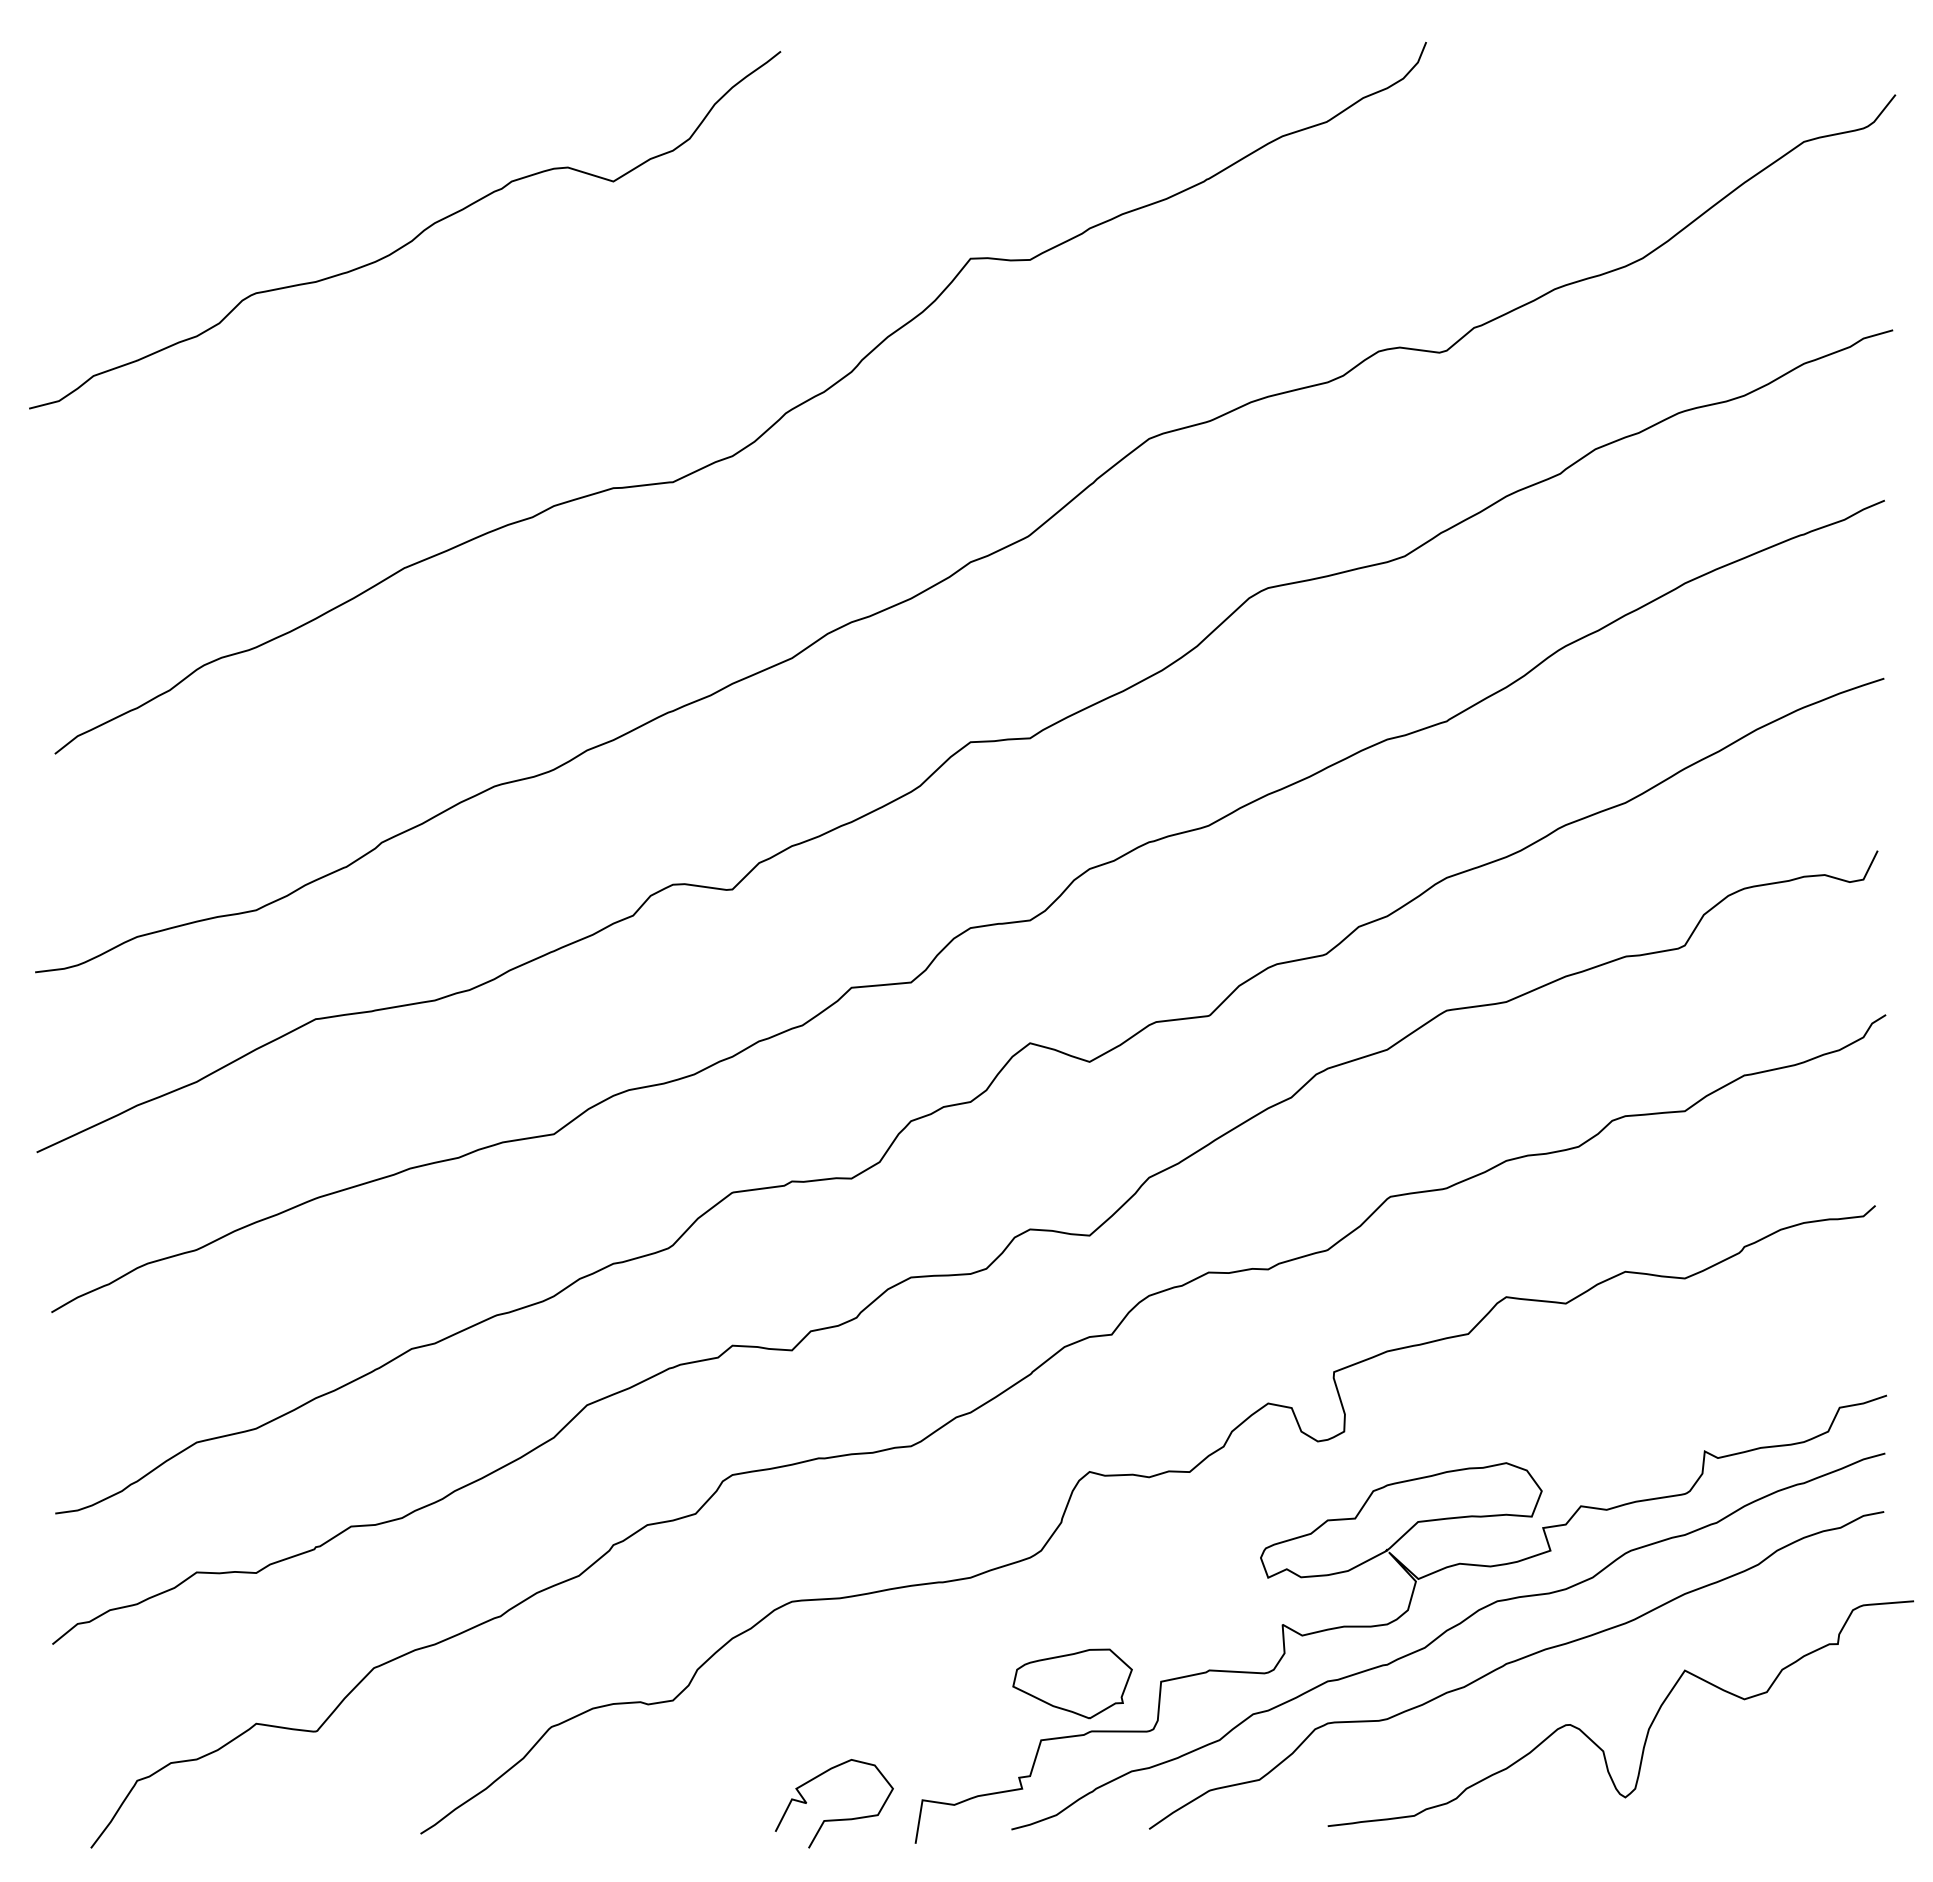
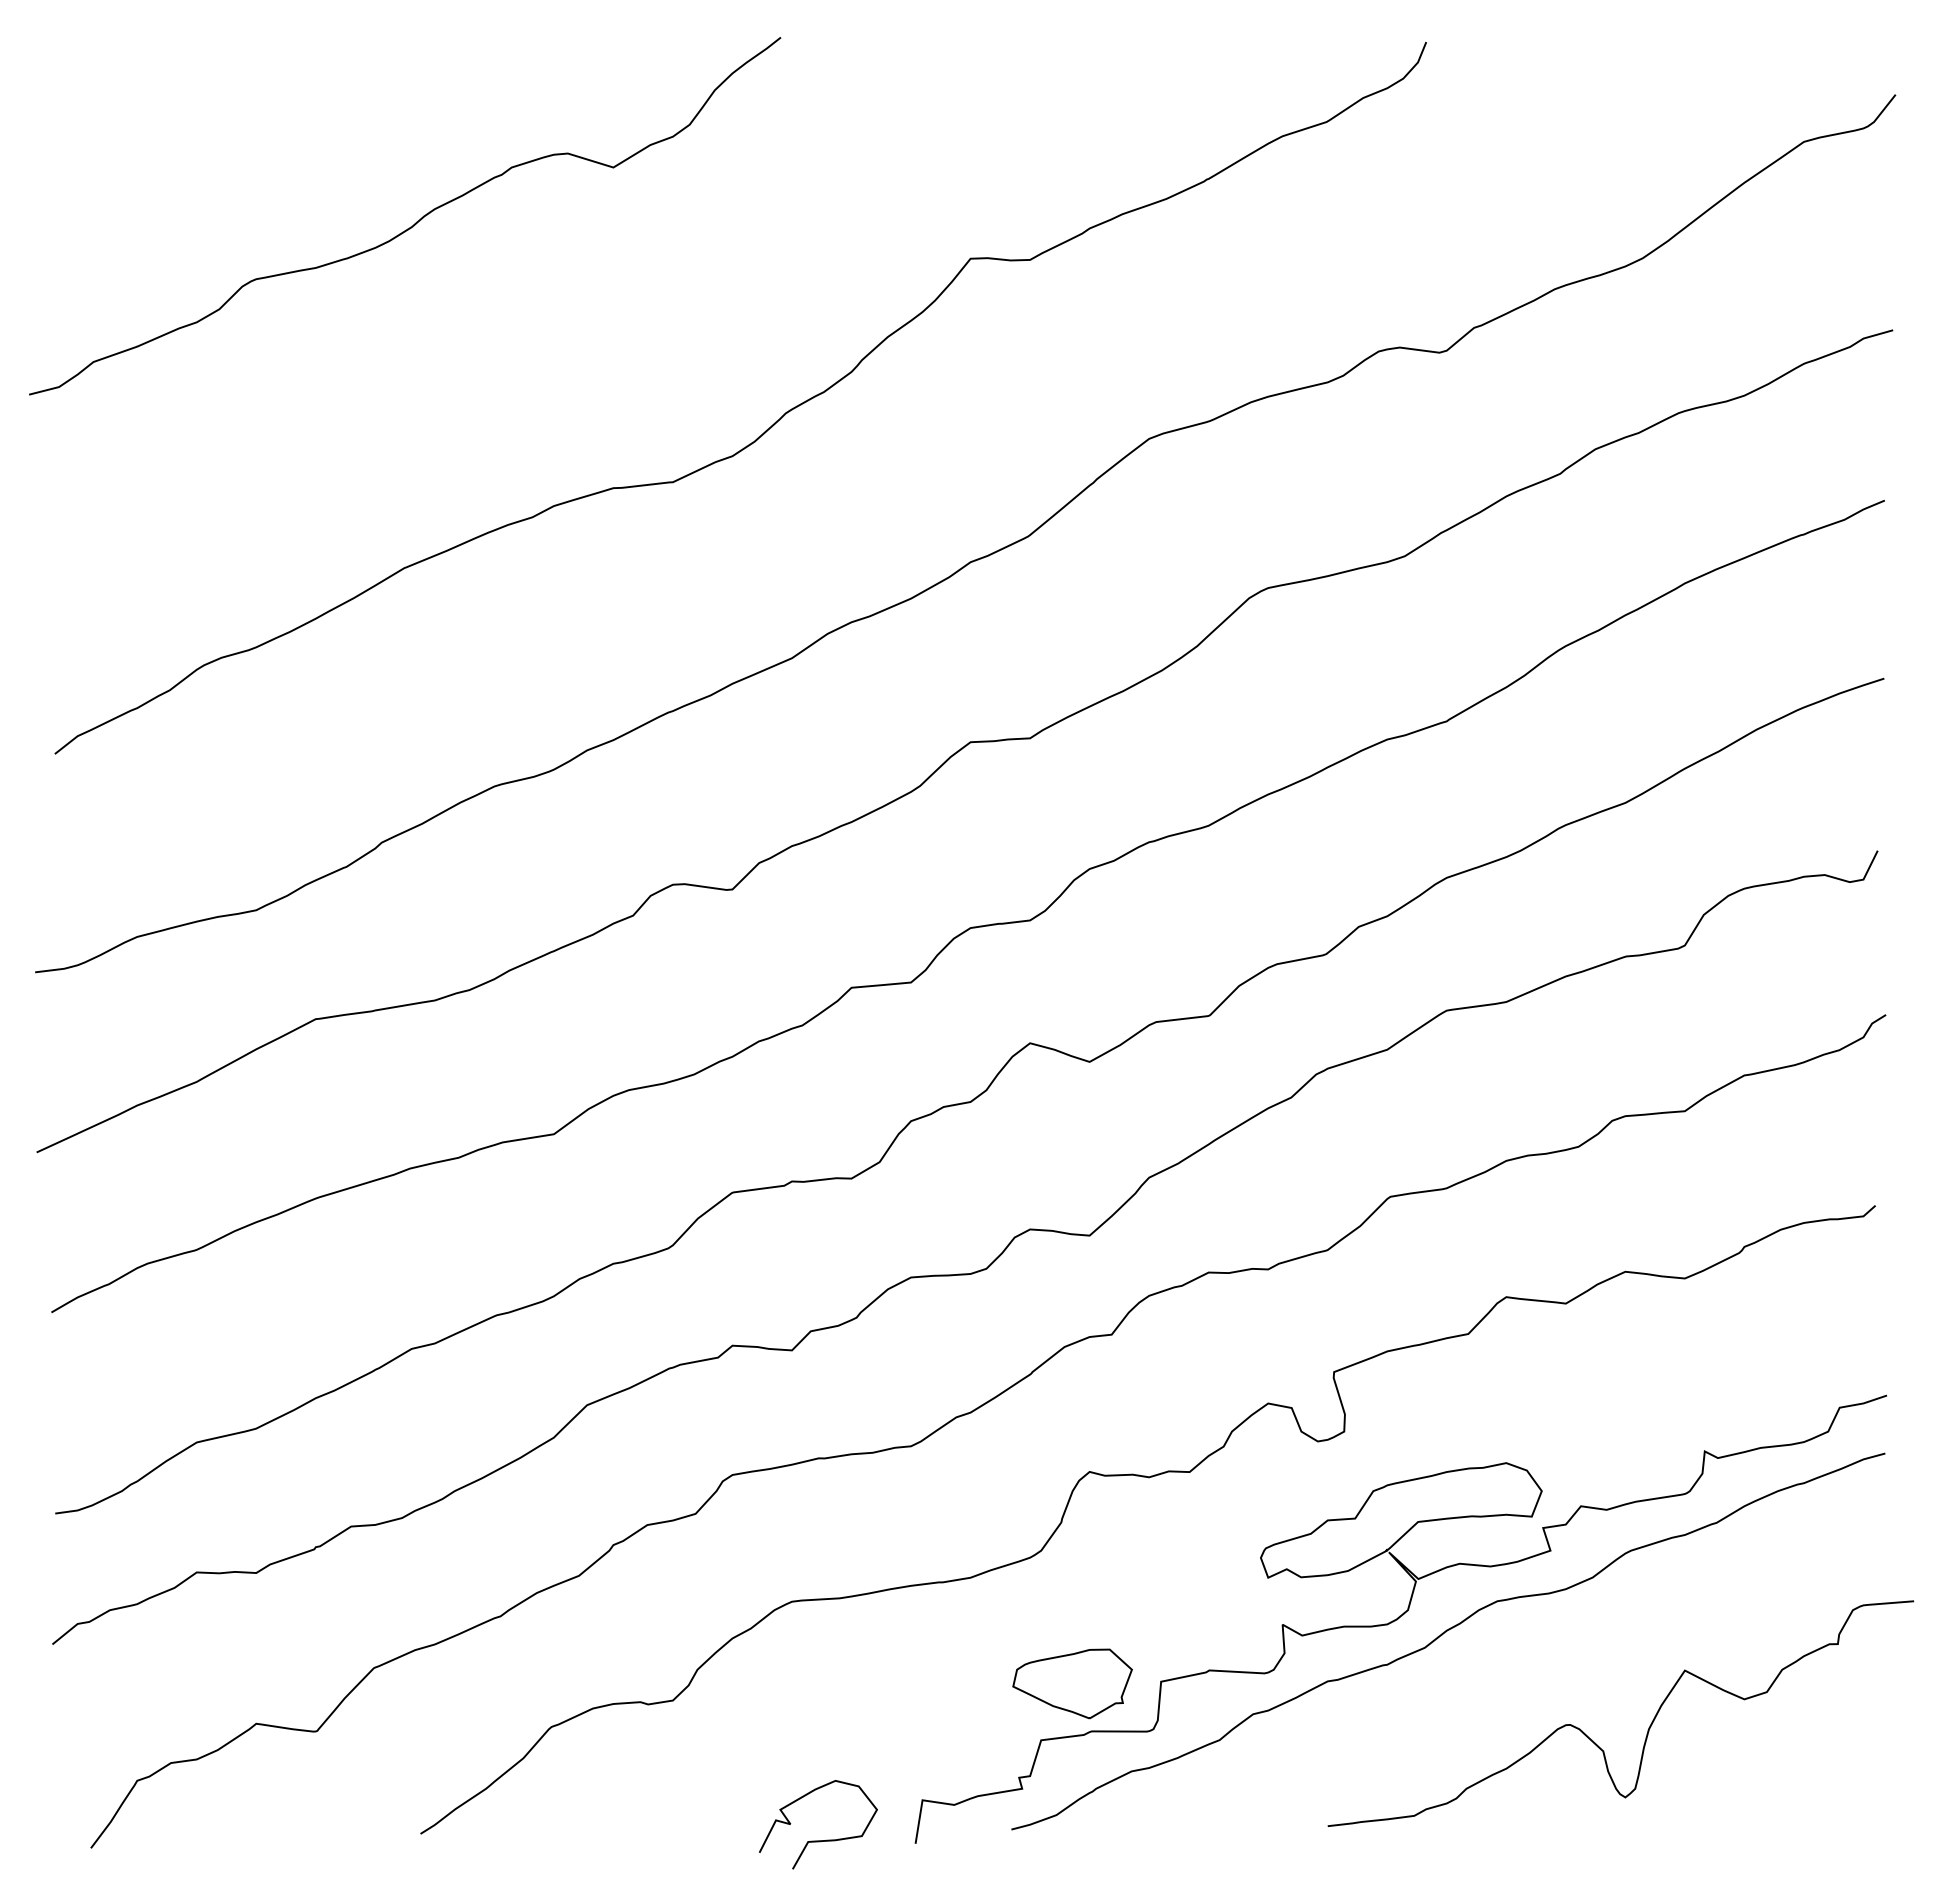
curve at (410, 240) position: (410, 240) -> (410, 226)
curve at (1514, 1662): present -> none
curve at (834, 1819) position: (834, 1819) -> (818, 1840)
